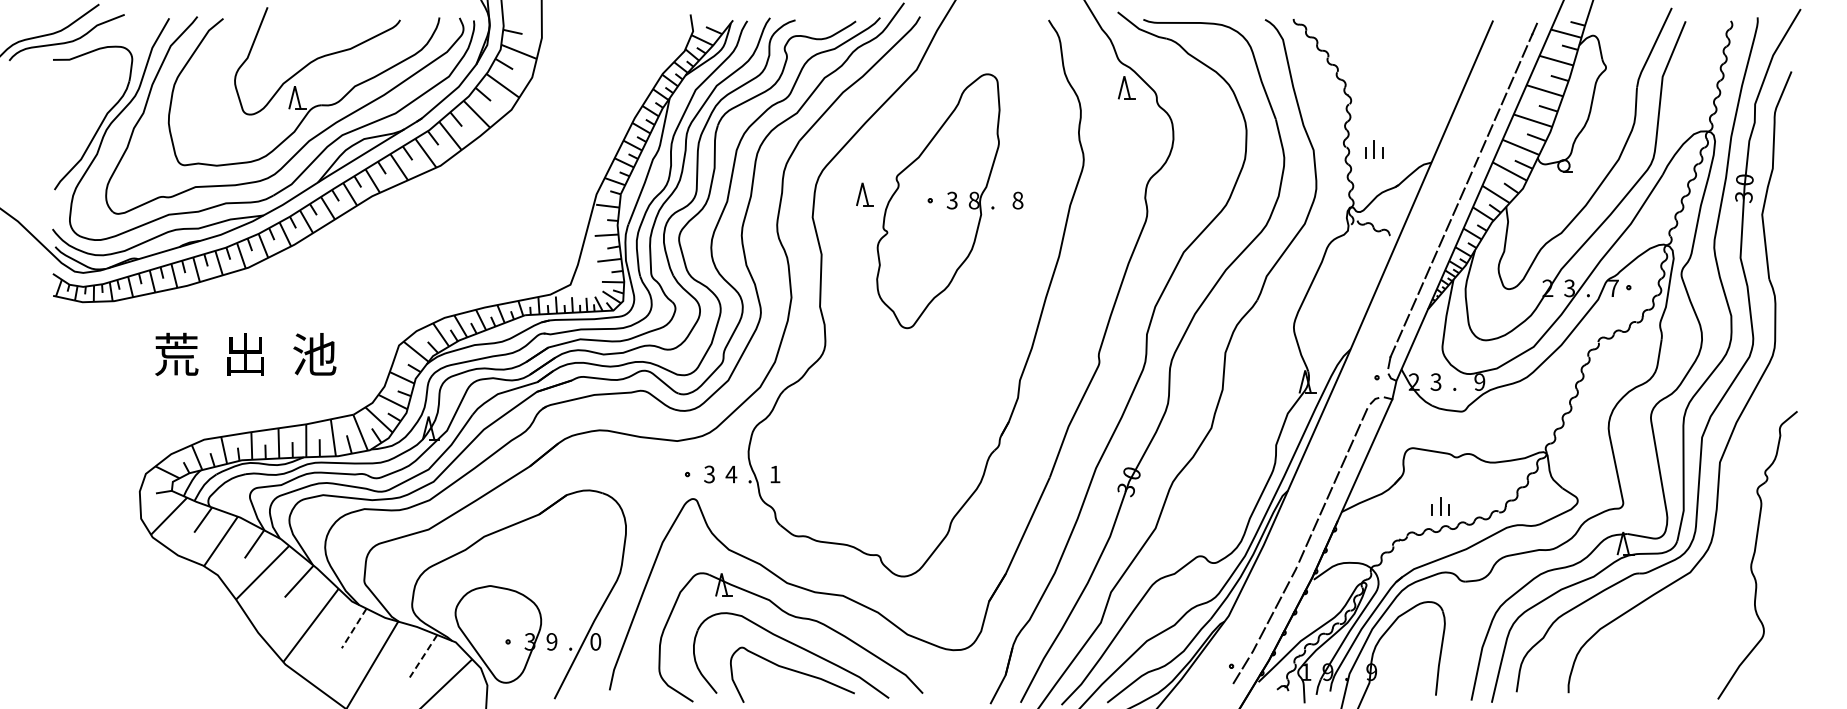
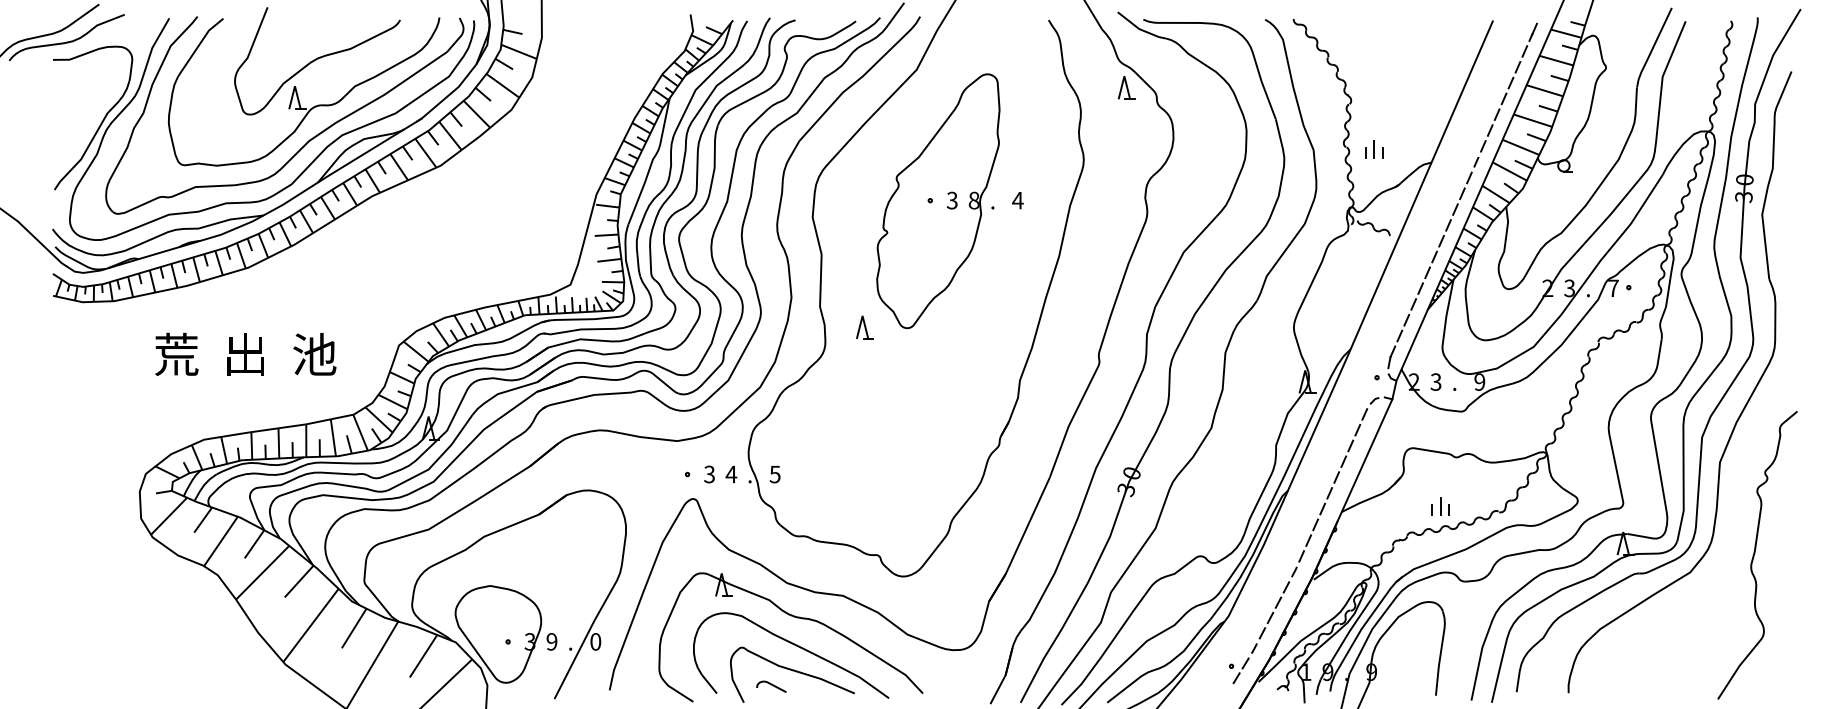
part at (864, 194) position: (864, 194) -> (864, 327)
text at (1017, 200): 8 -> 4
text at (774, 474): 1 -> 5
line at (353, 628): dashed -> solid
line at (423, 656): dashed -> solid
curve at (771, 685): none -> present
